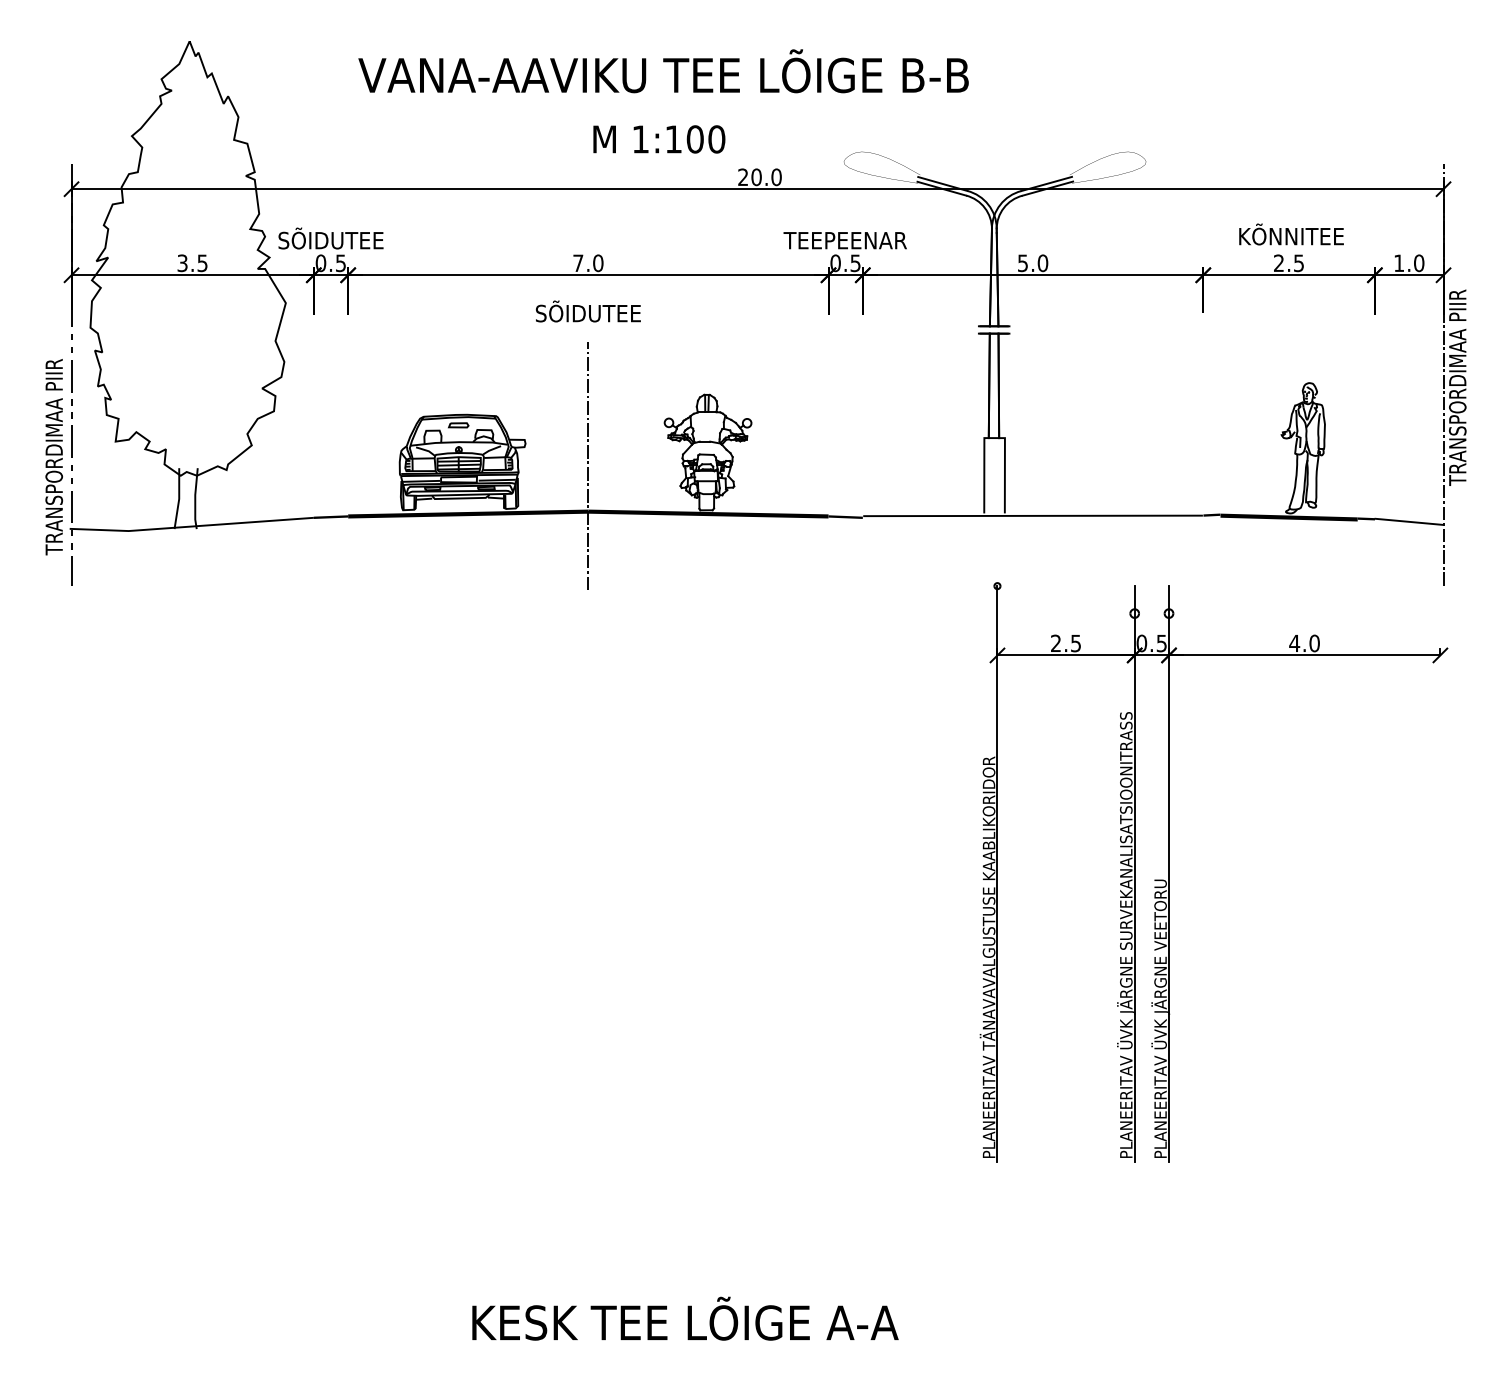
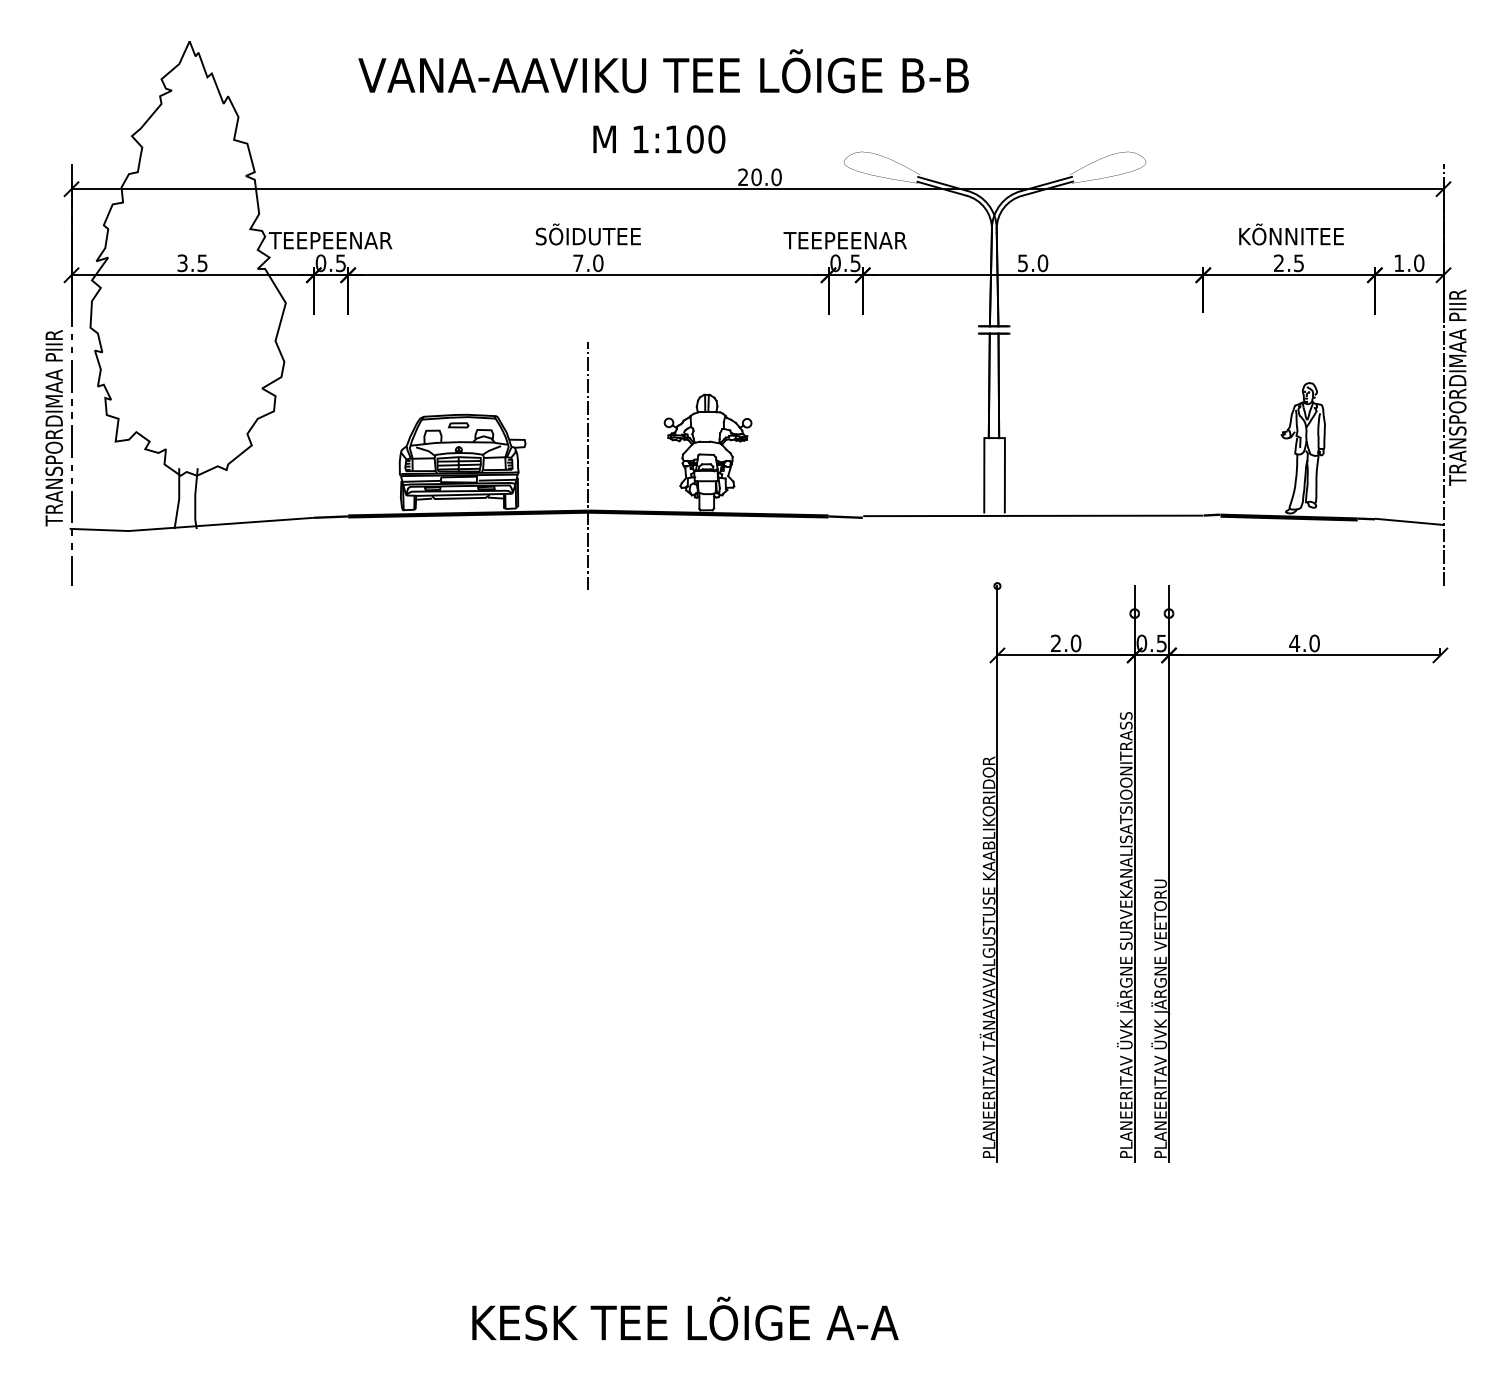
text at (330, 238): SÕIDUTEE -> TEEPEENAR
text at (587, 311) position: (587, 311) -> (587, 234)
text at (54, 457) position: (54, 457) -> (54, 428)
text at (1075, 643): 2.5 -> 2.0
